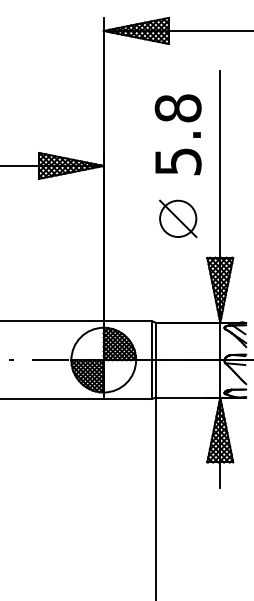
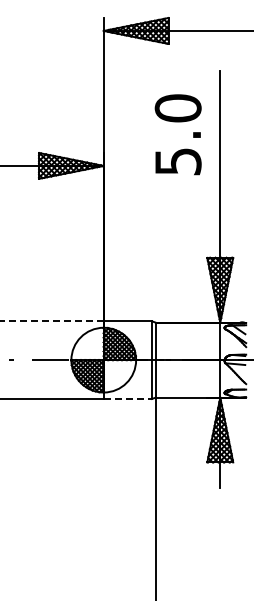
text at (178, 108): 5.8 -> 5.0
part at (178, 218): present -> none
line at (51, 321): solid -> dashed
line at (128, 398): solid -> dashed
